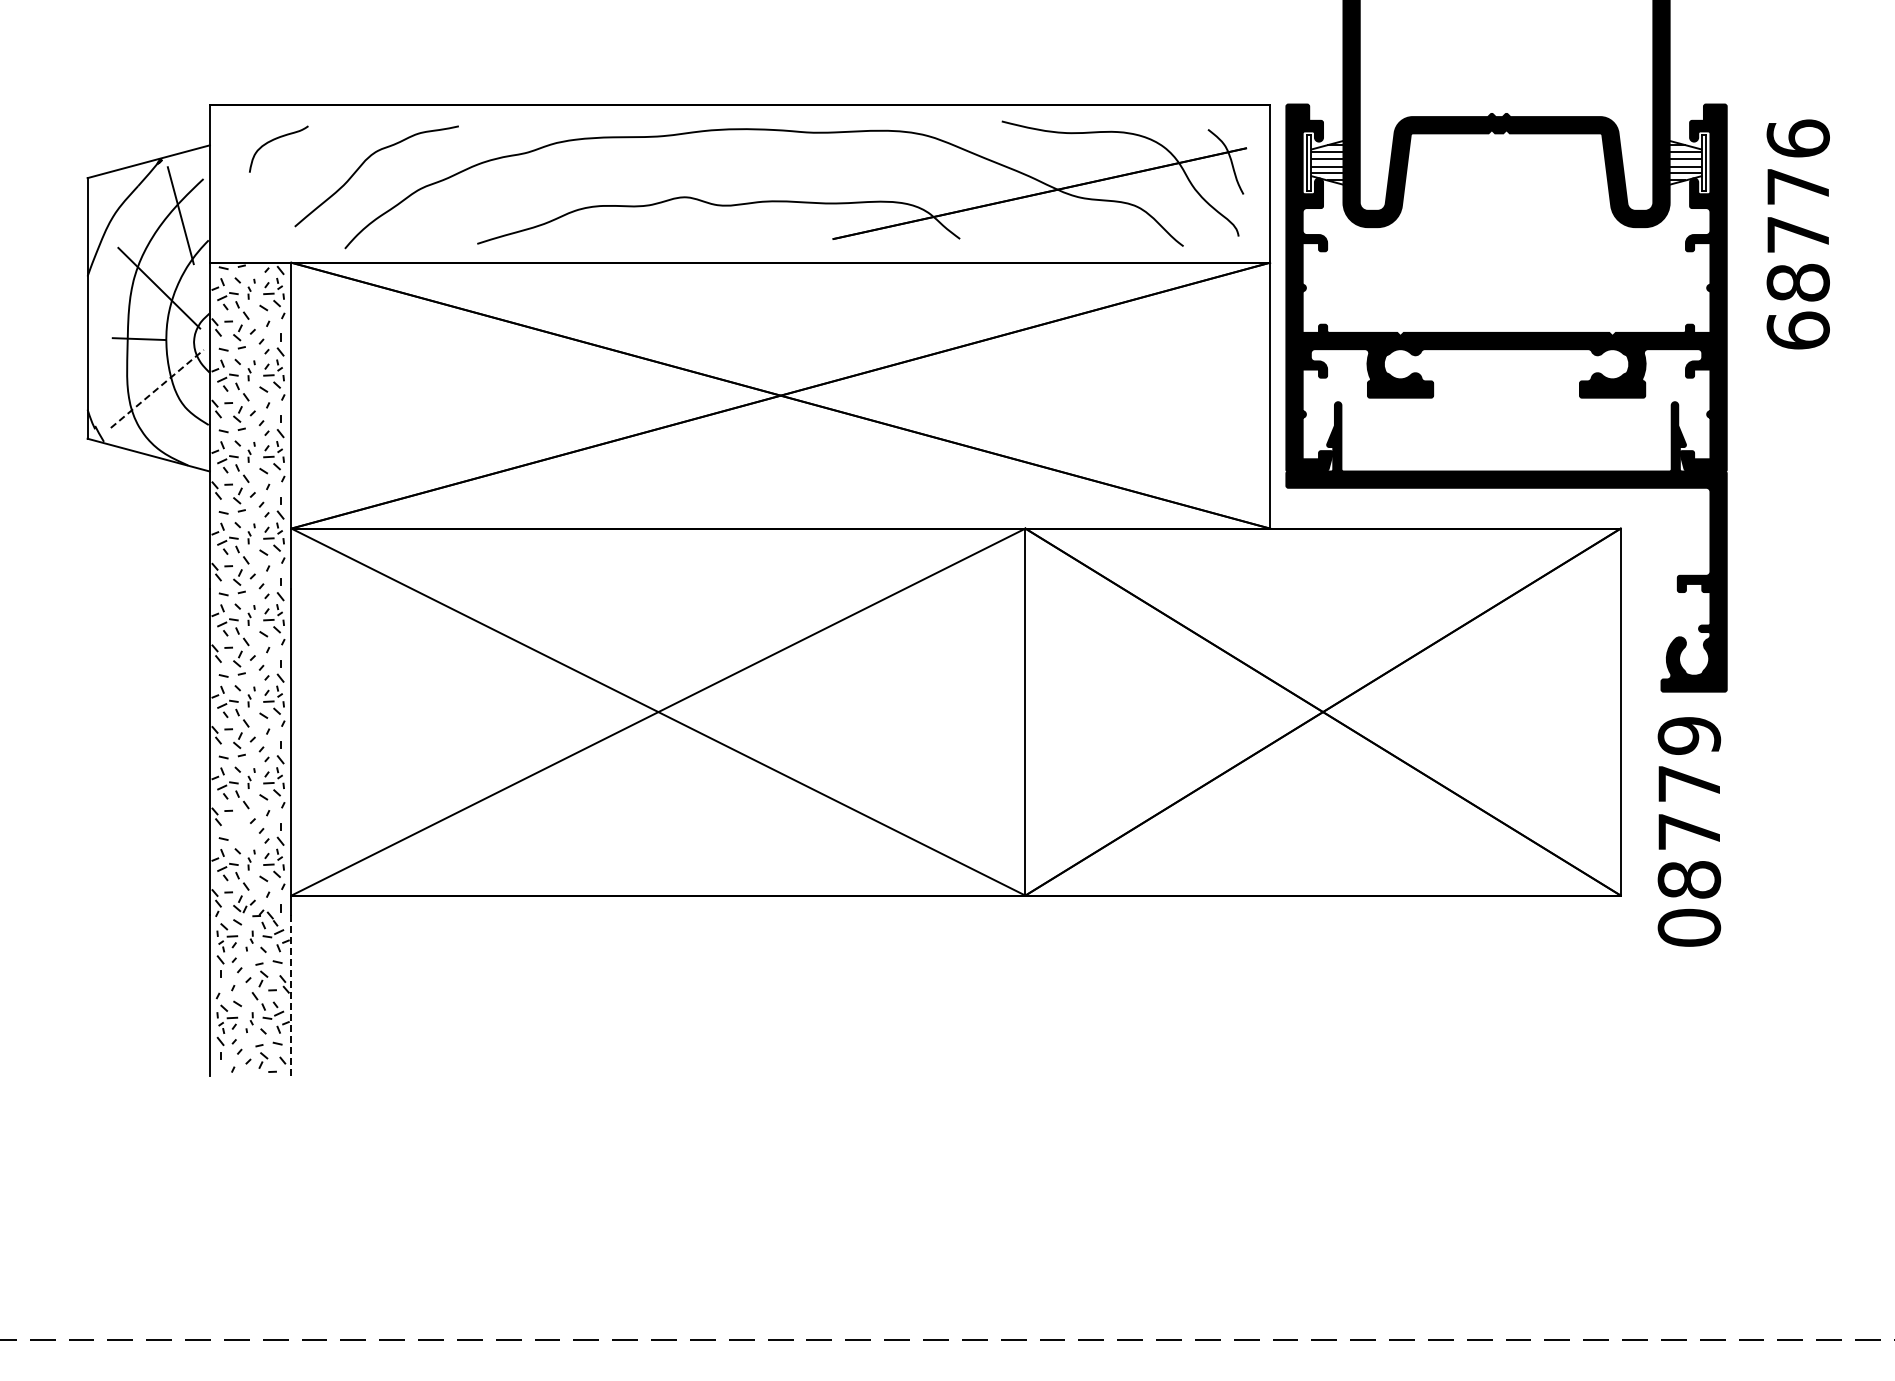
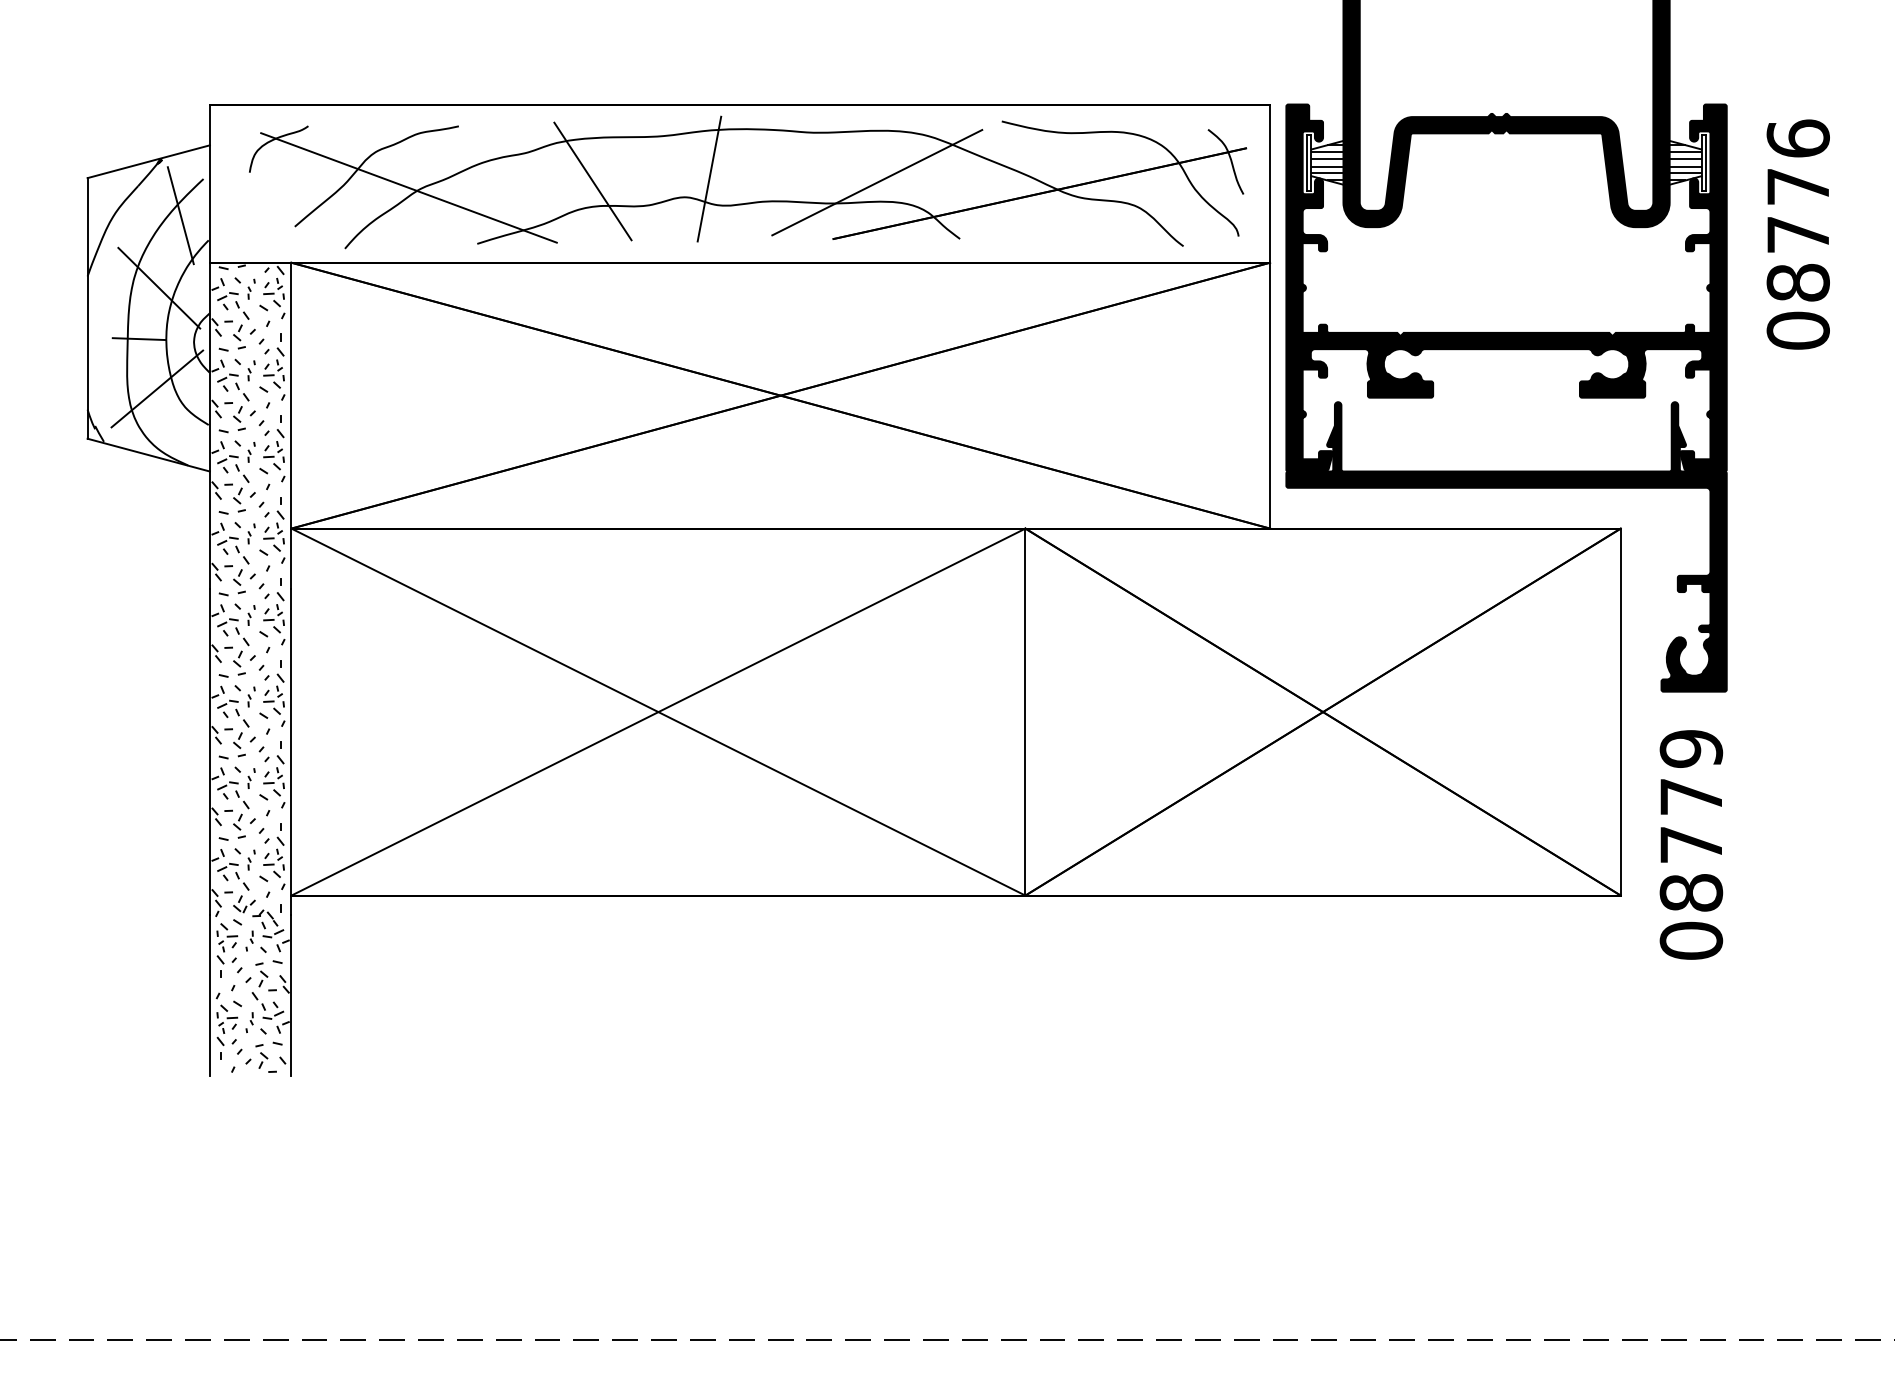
line at (709, 178): none -> present
line at (592, 181): none -> present
line at (877, 182): none -> present
line at (408, 187): none -> present
text at (1797, 330): 68776 -> 08776
line at (157, 388): dashed -> solid
part at (239, 825): none -> present
text at (1689, 831) position: (1689, 831) -> (1691, 844)
line at (291, 994): dashed -> solid
